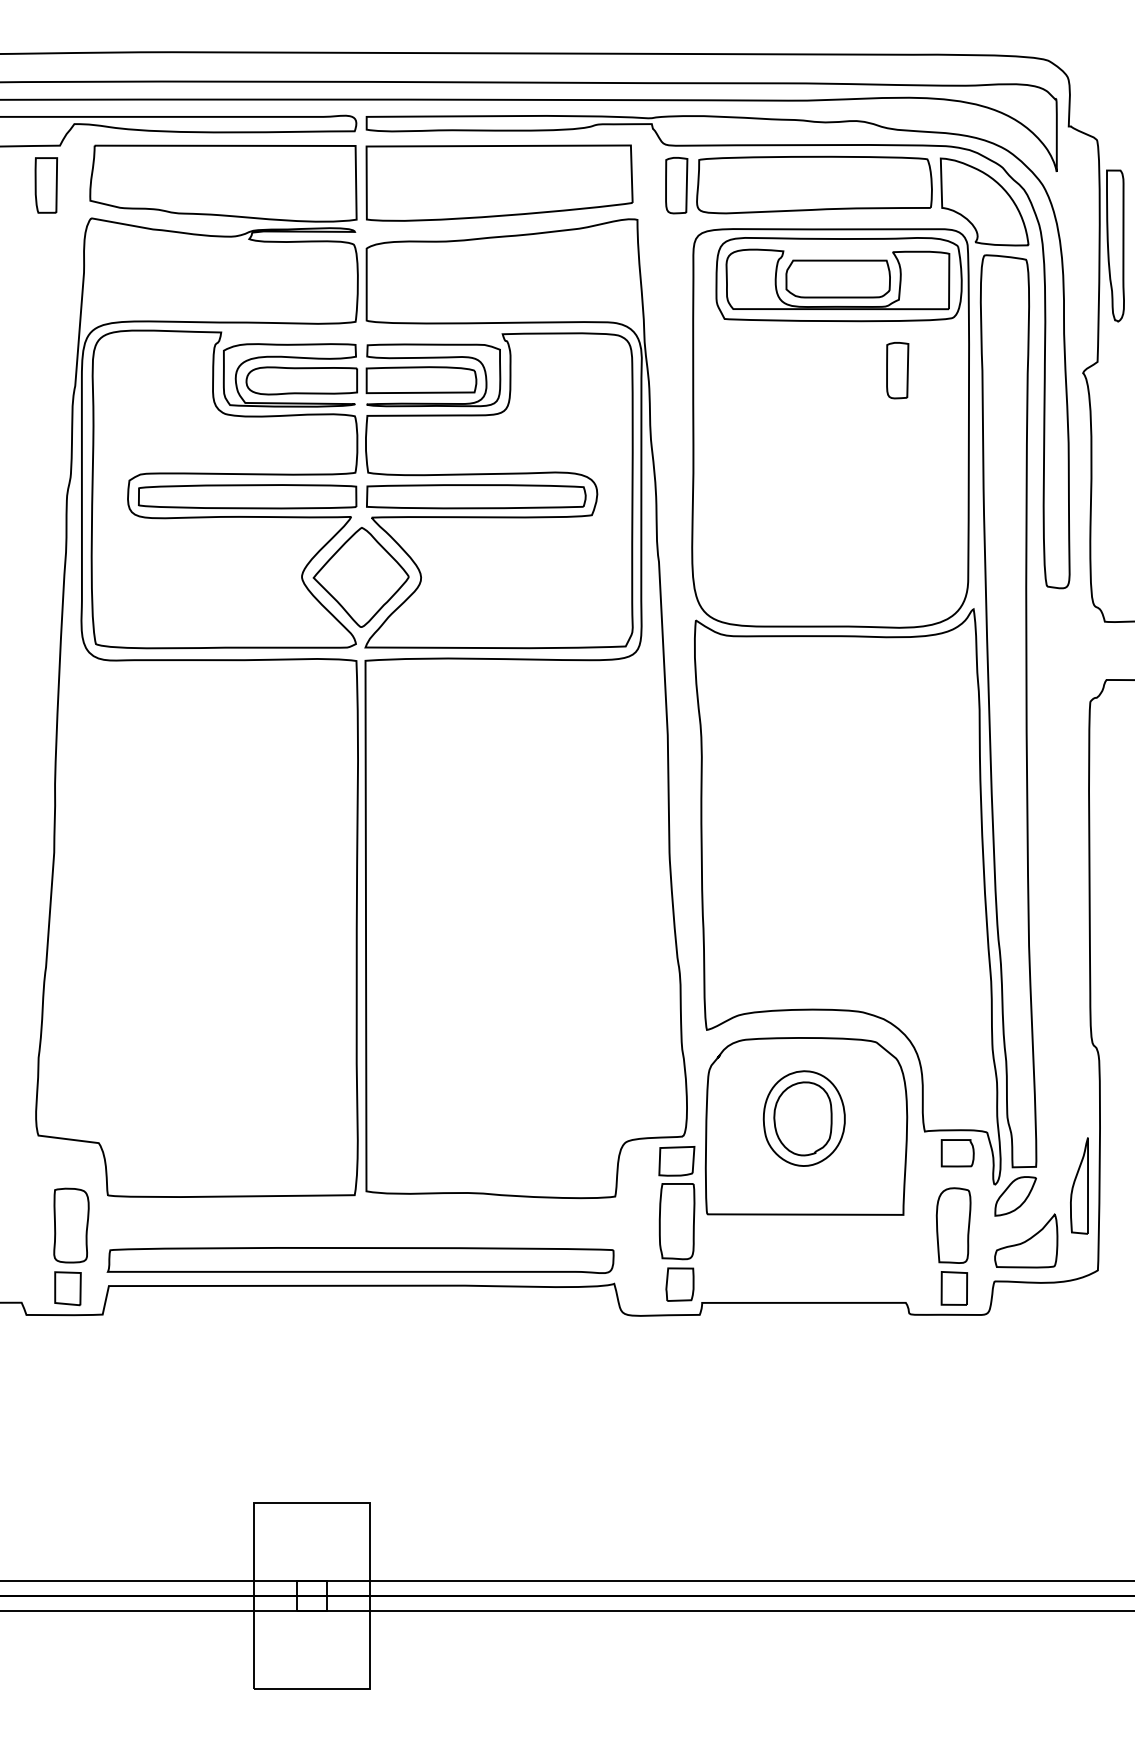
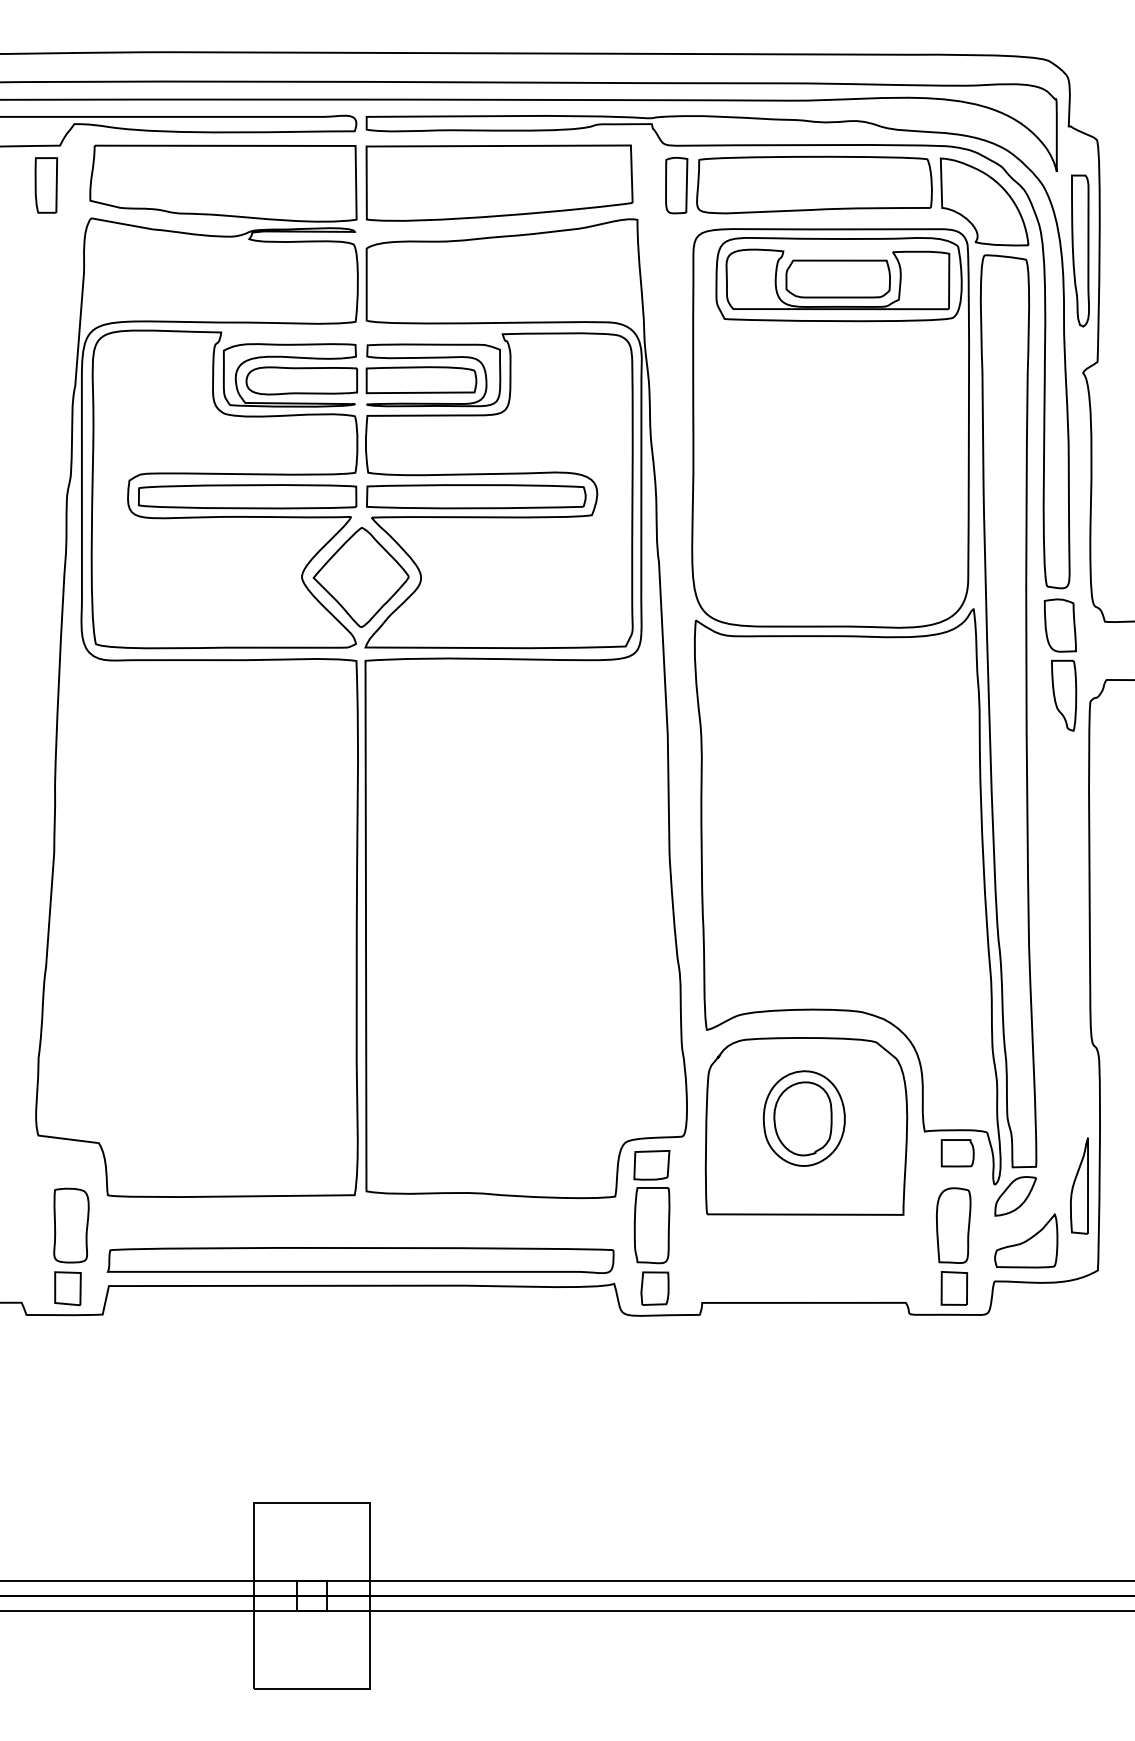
part at (1115, 245) position: (1115, 245) -> (1080, 250)
part at (897, 370): present -> none
part at (1060, 664): none -> present
part at (676, 1223) position: (676, 1223) -> (651, 1227)
